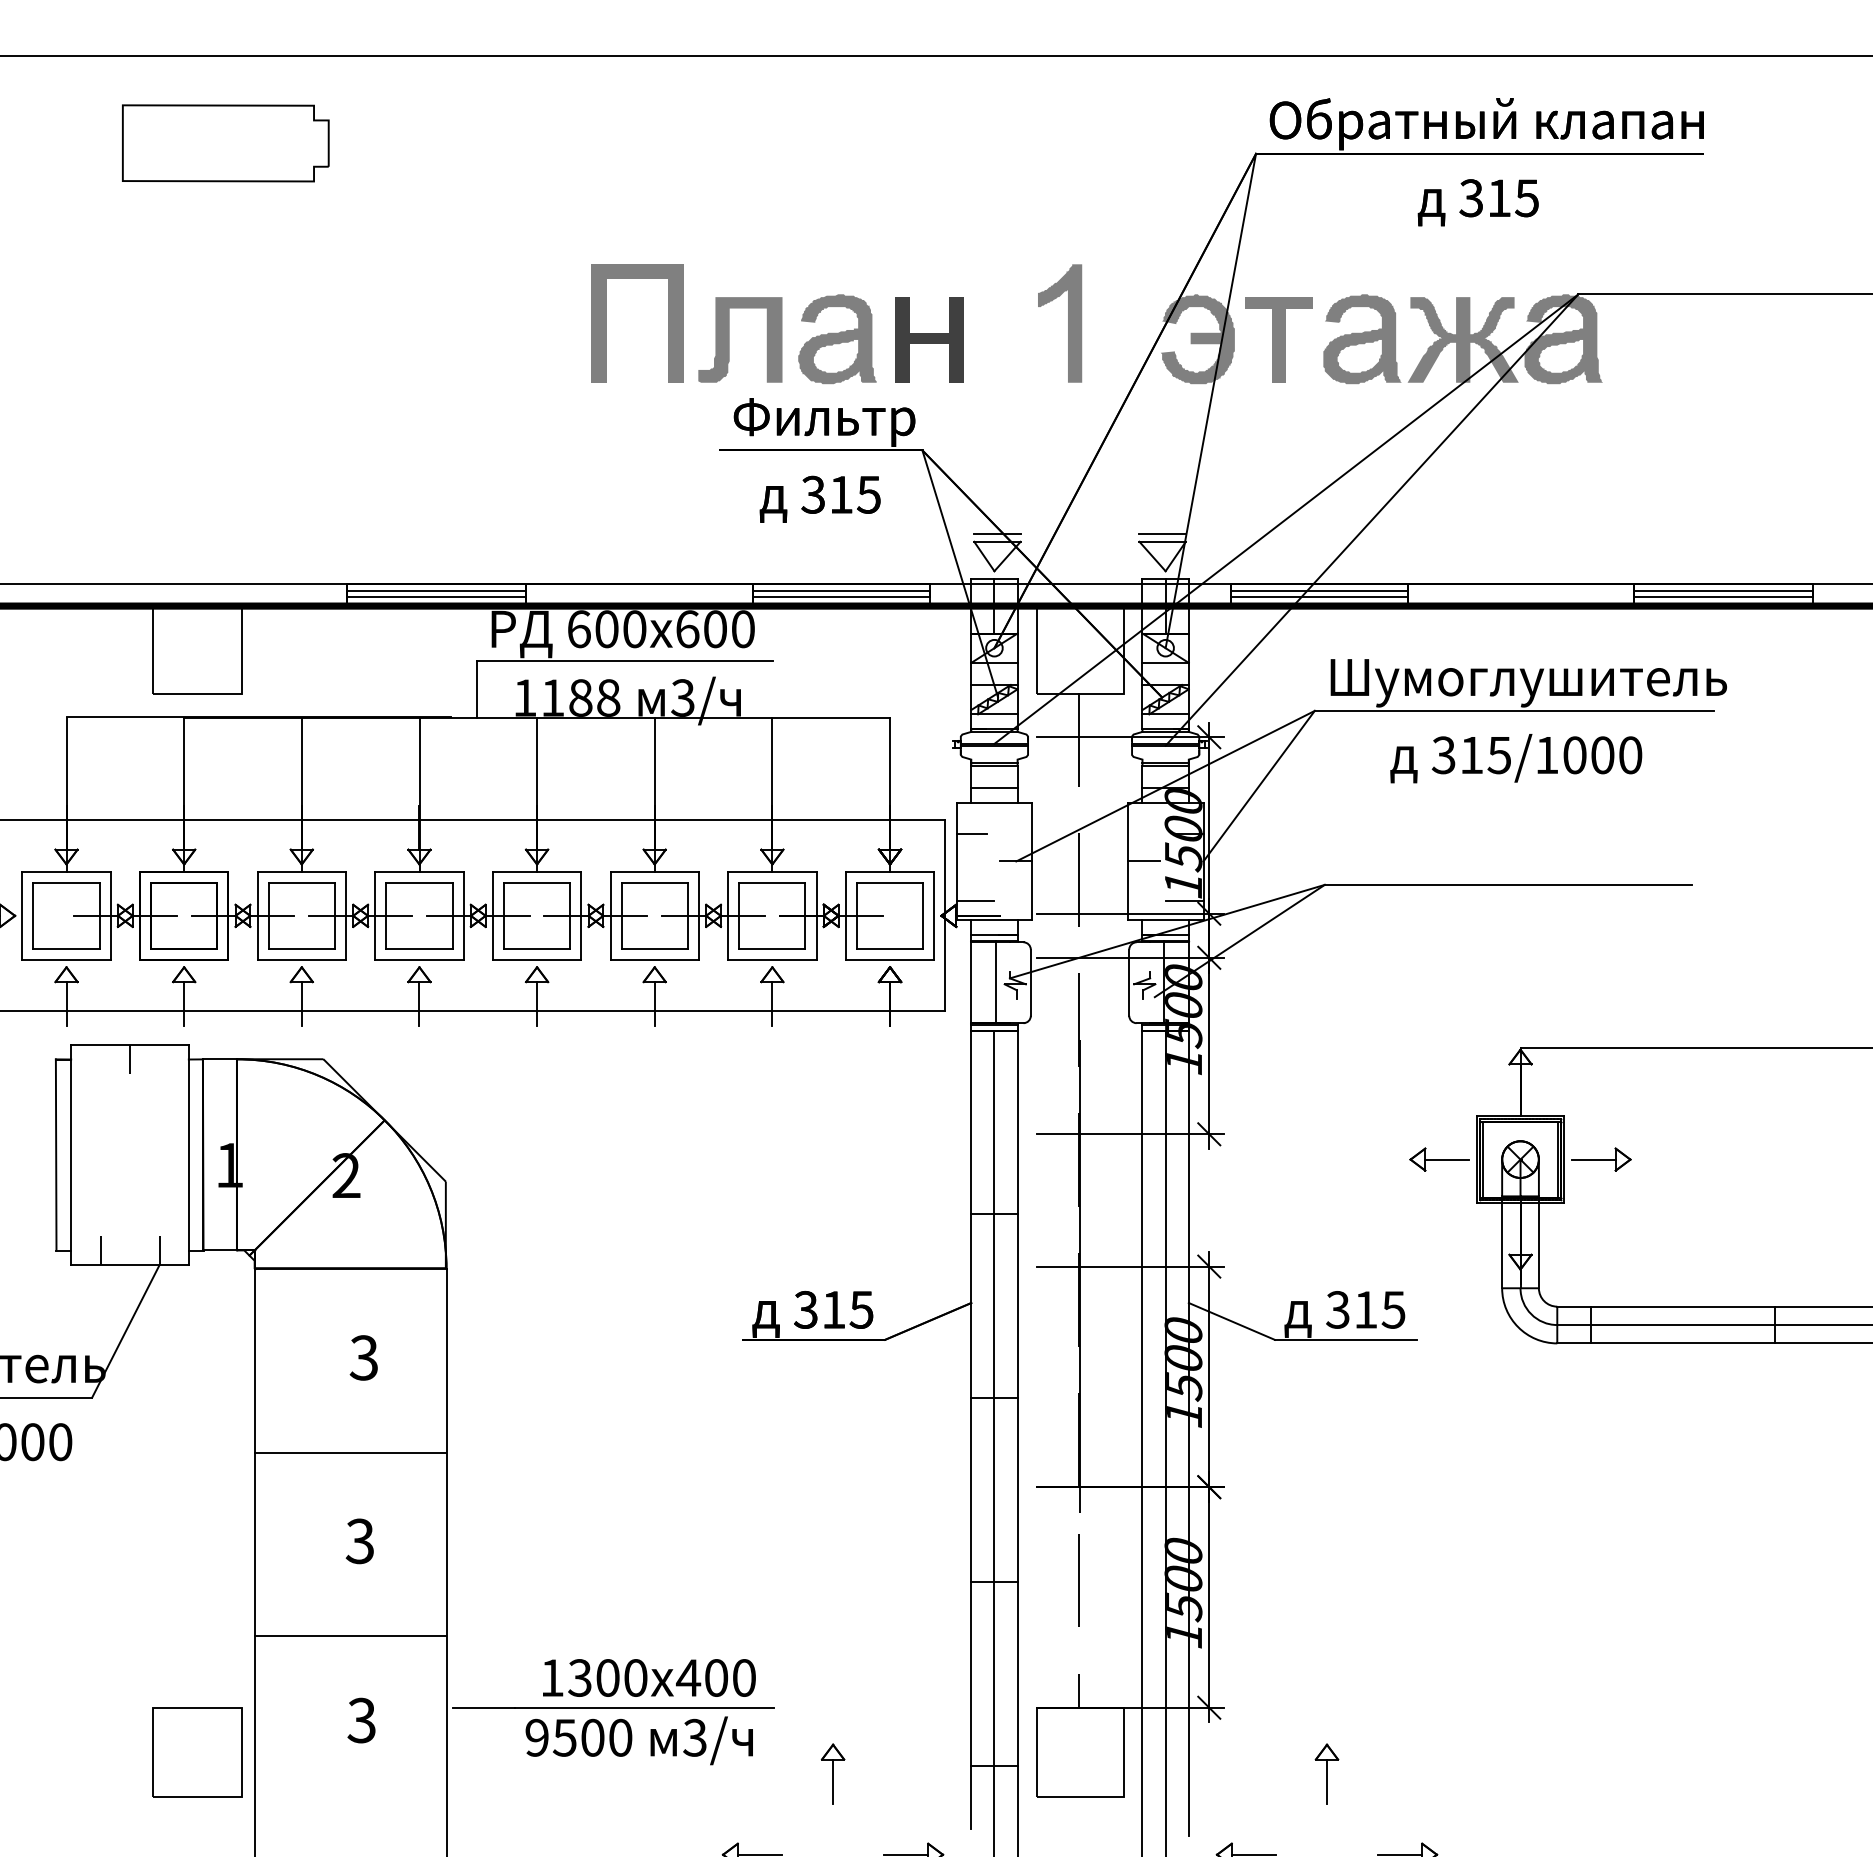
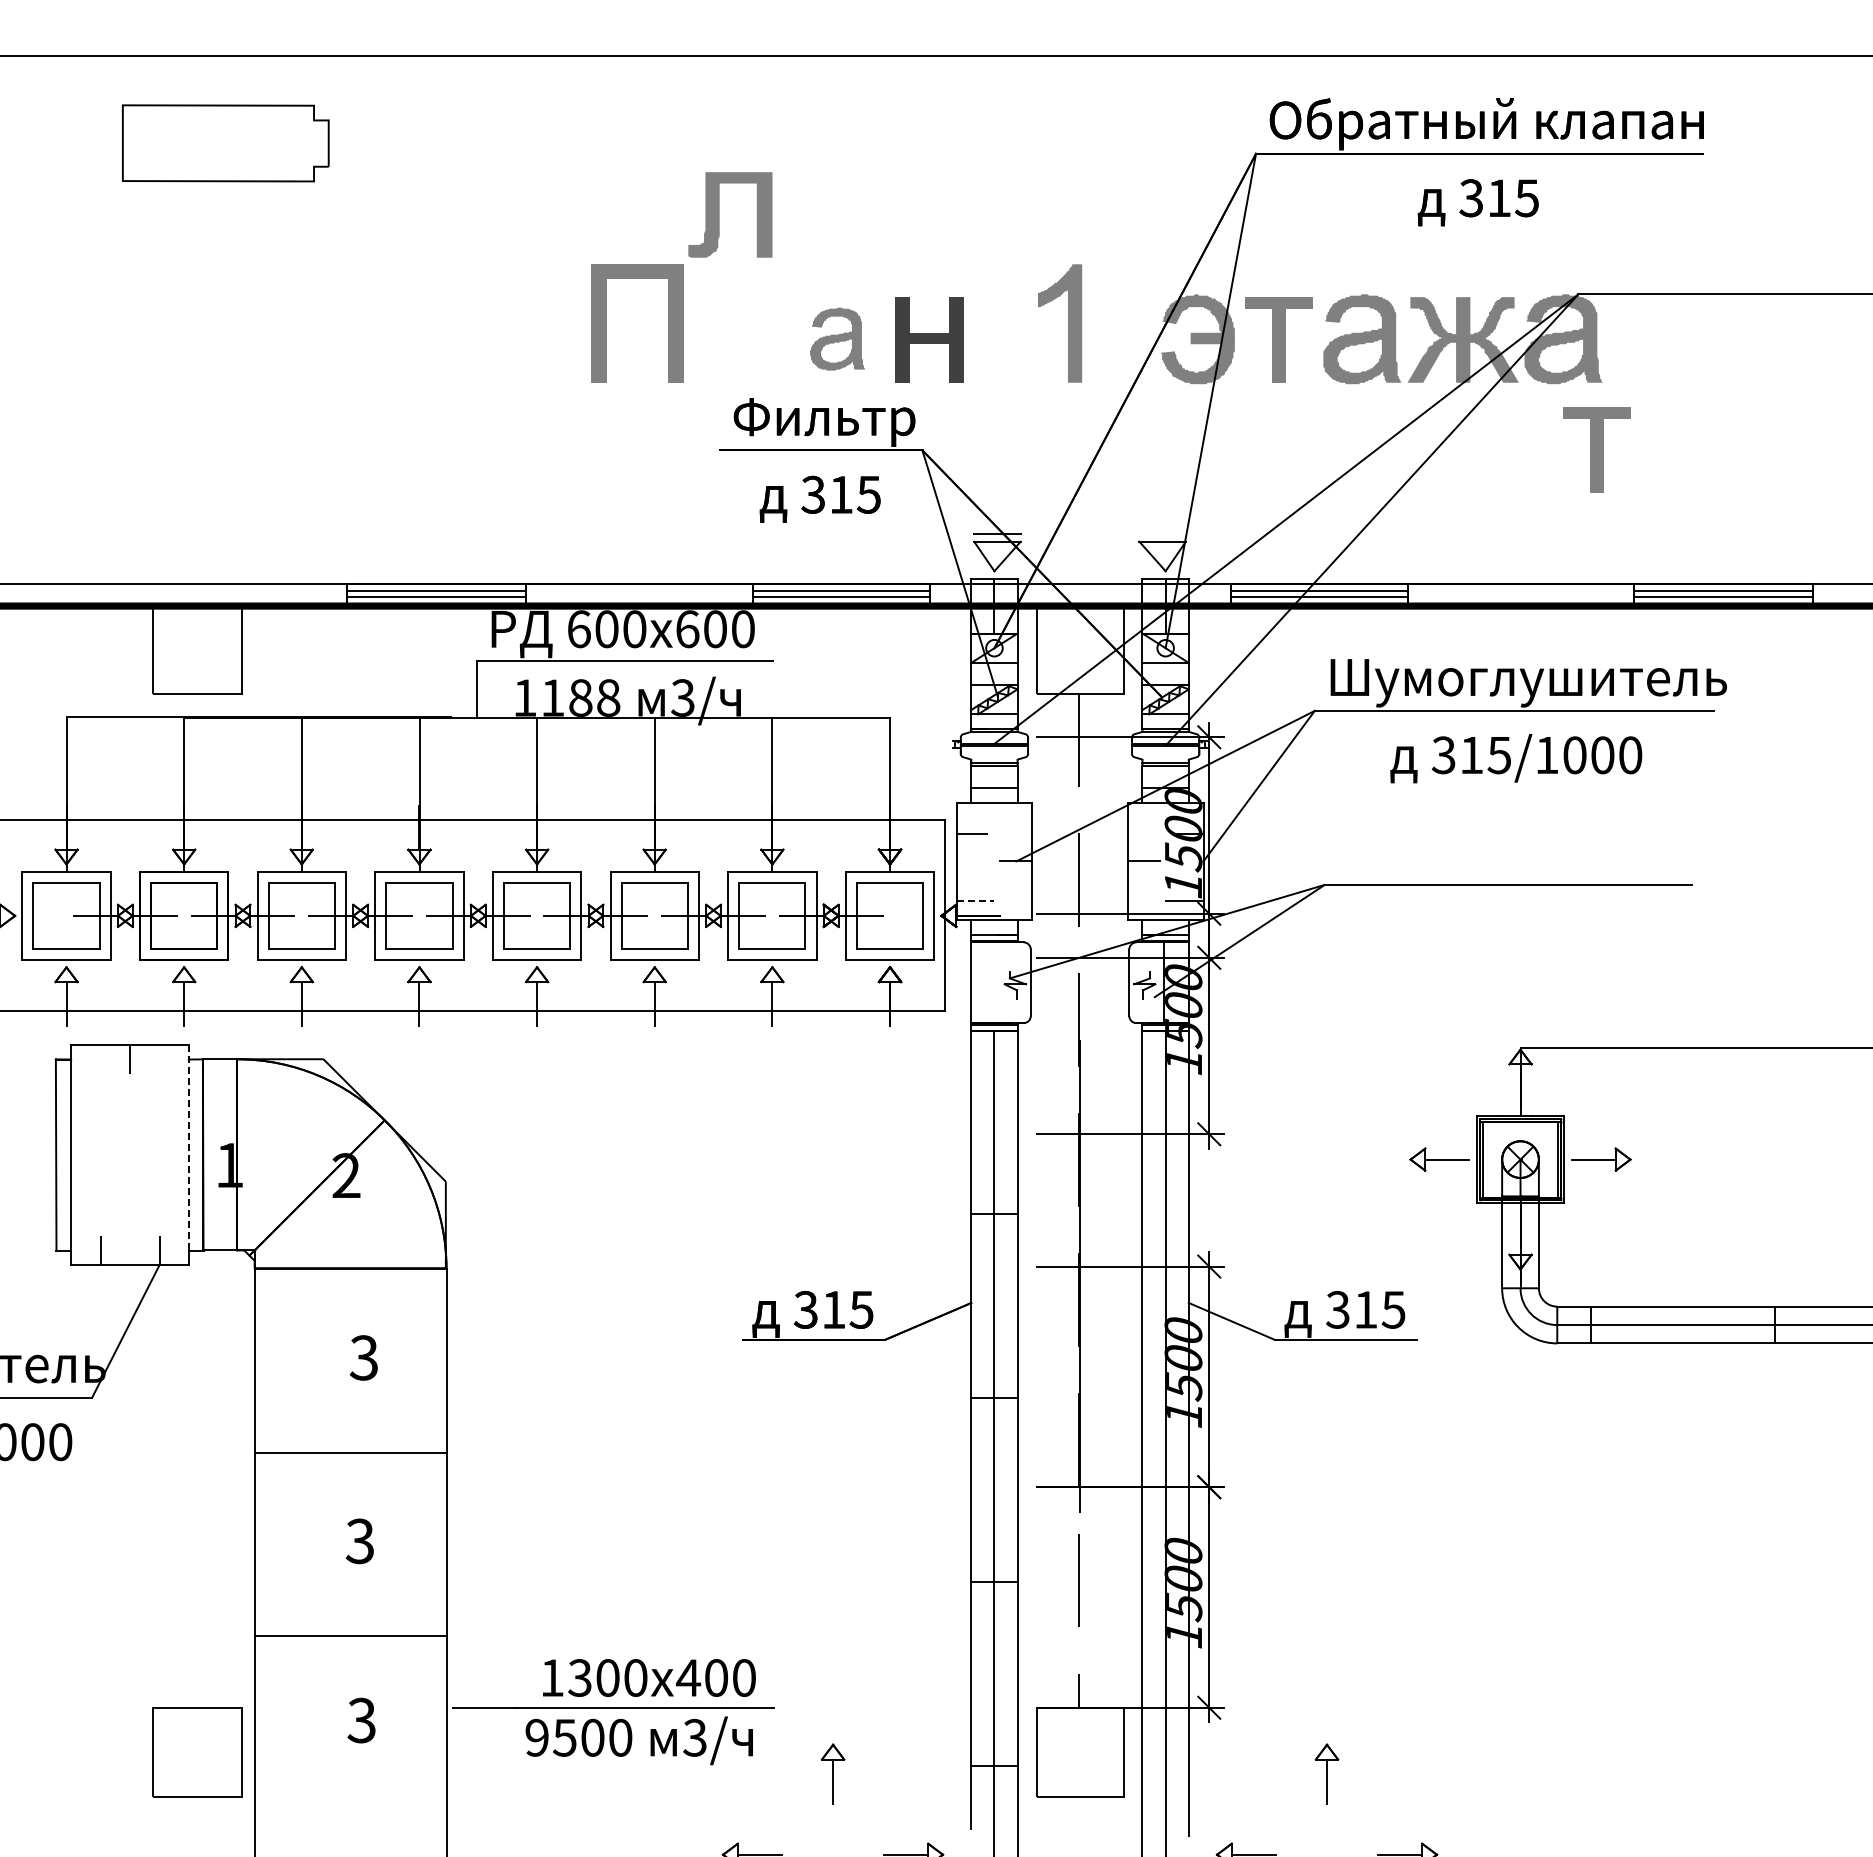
part at (837, 338) size: 79x90 px -> 55x64 px
part at (729, 339) position: (729, 339) -> (719, 214)
part at (1596, 449): none -> present
line at (1162, 534): present -> none
line at (975, 900): solid -> dashed
line at (996, 981): present -> none
line at (188, 1147): solid -> dashed
